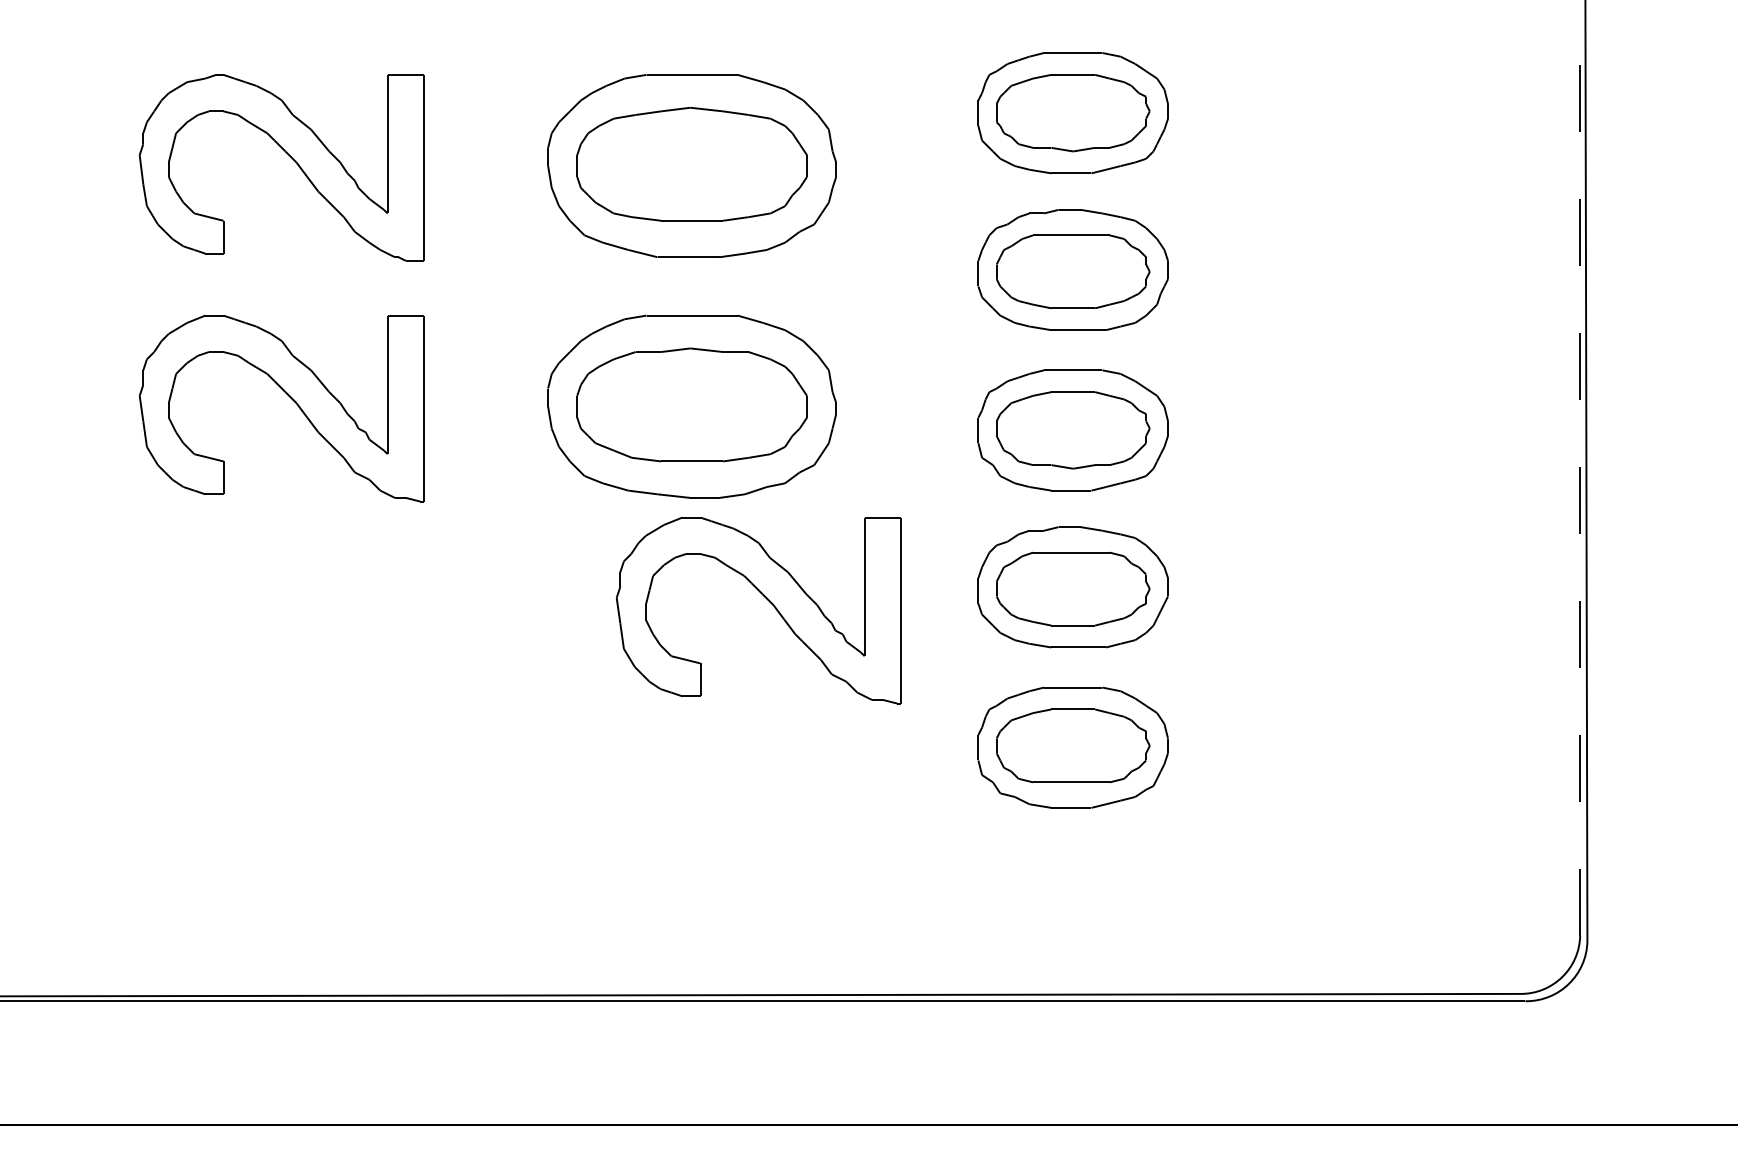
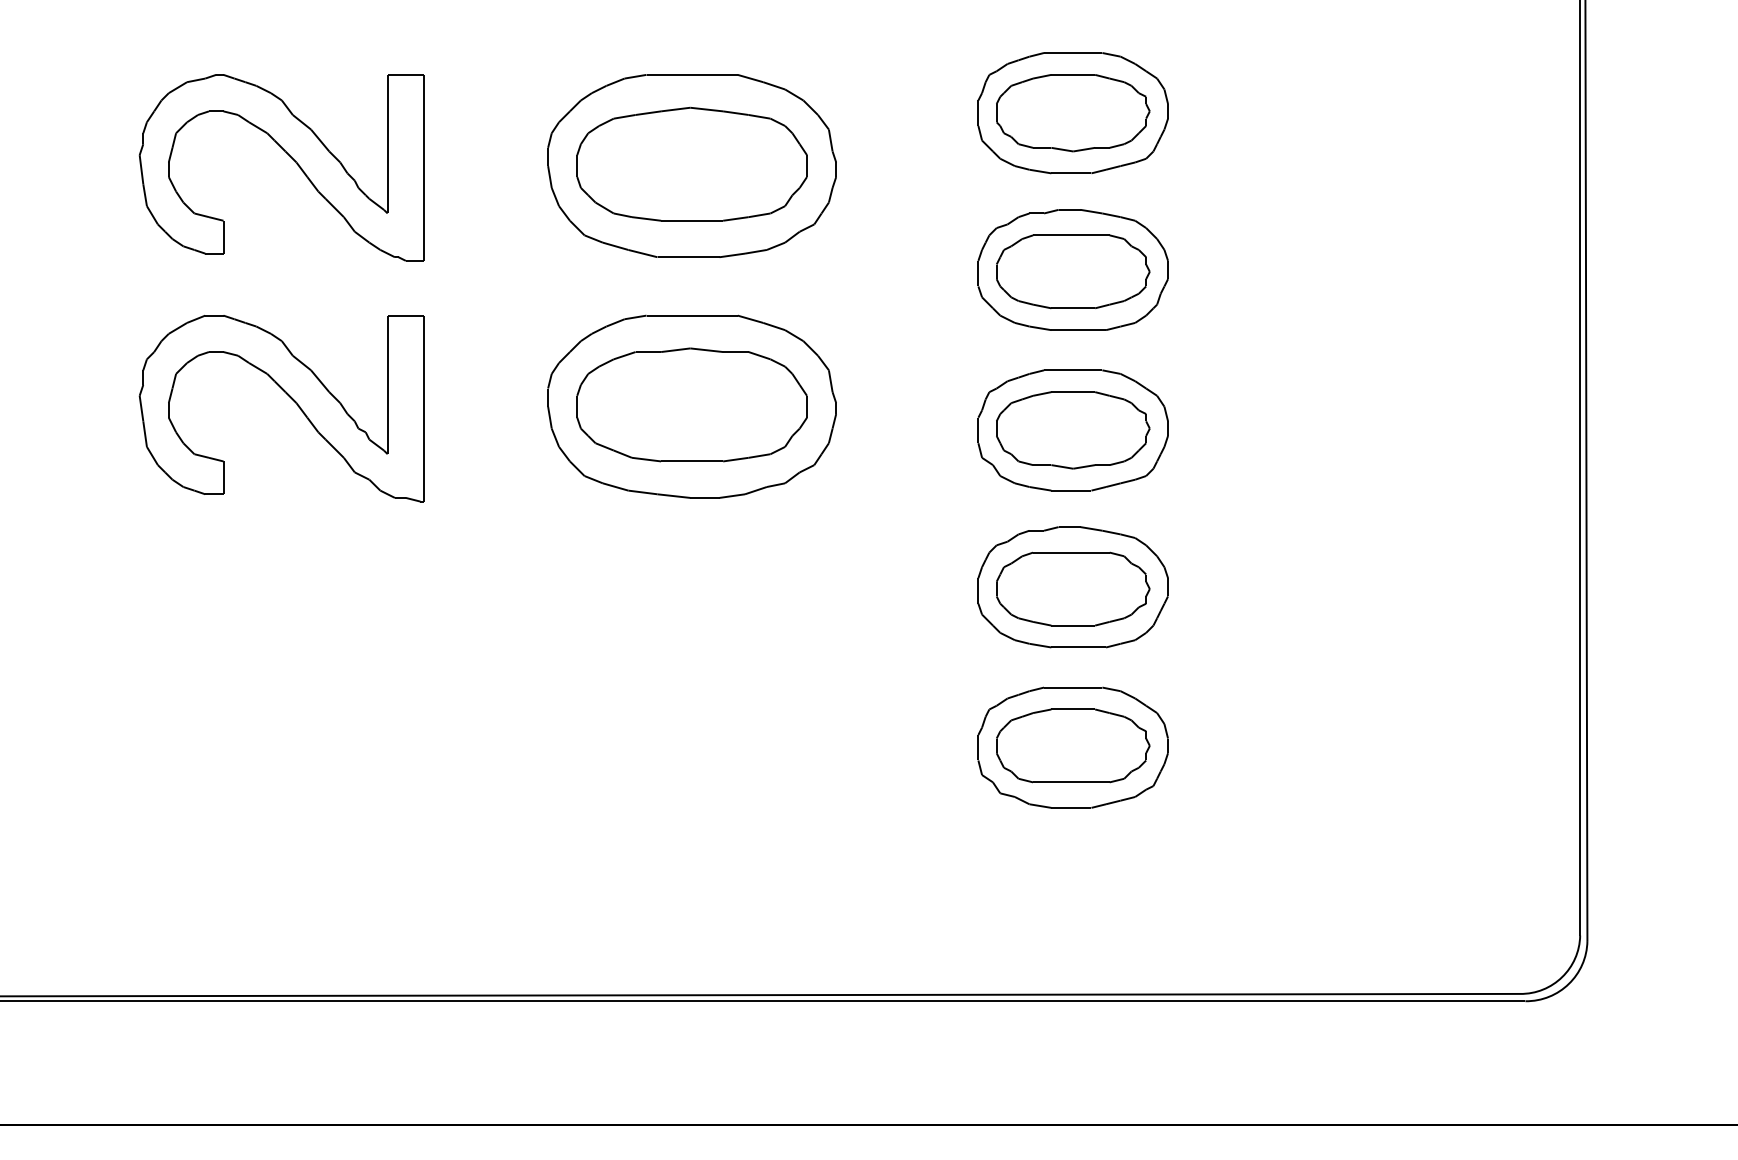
line at (1580, 467): dashed -> solid
part at (767, 600): present -> none
